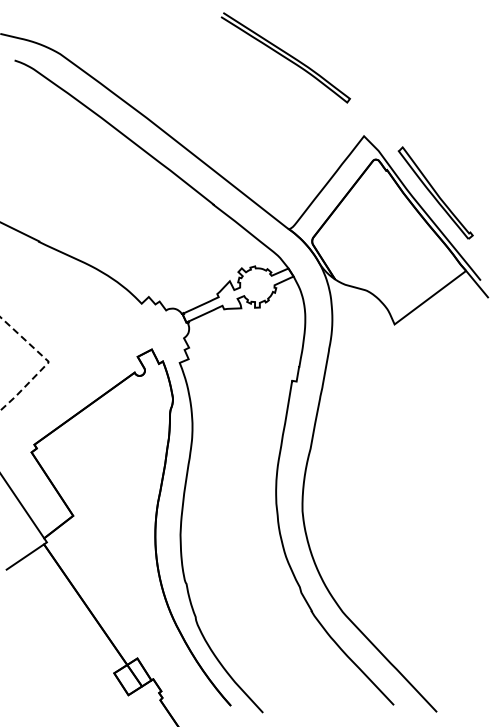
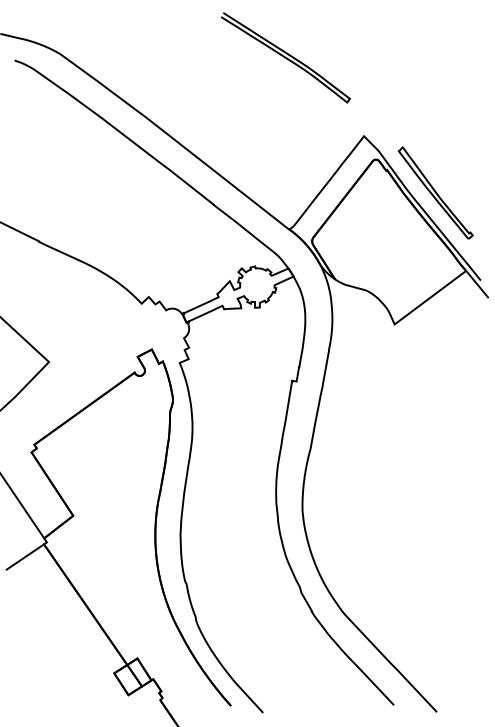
line at (48, 362): dashed -> solid
